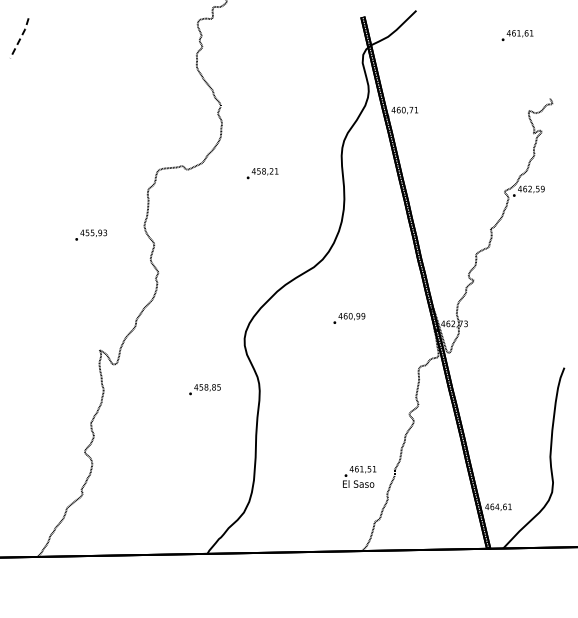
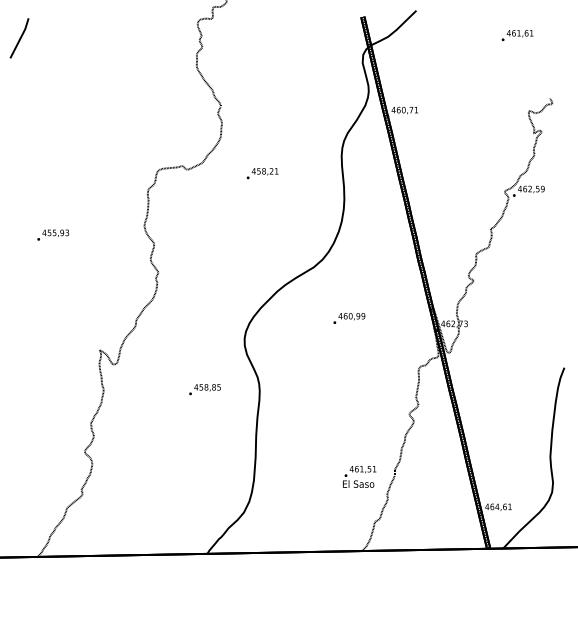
line at (20, 38): dashed -> solid
text at (91, 234) position: (91, 234) -> (53, 234)
